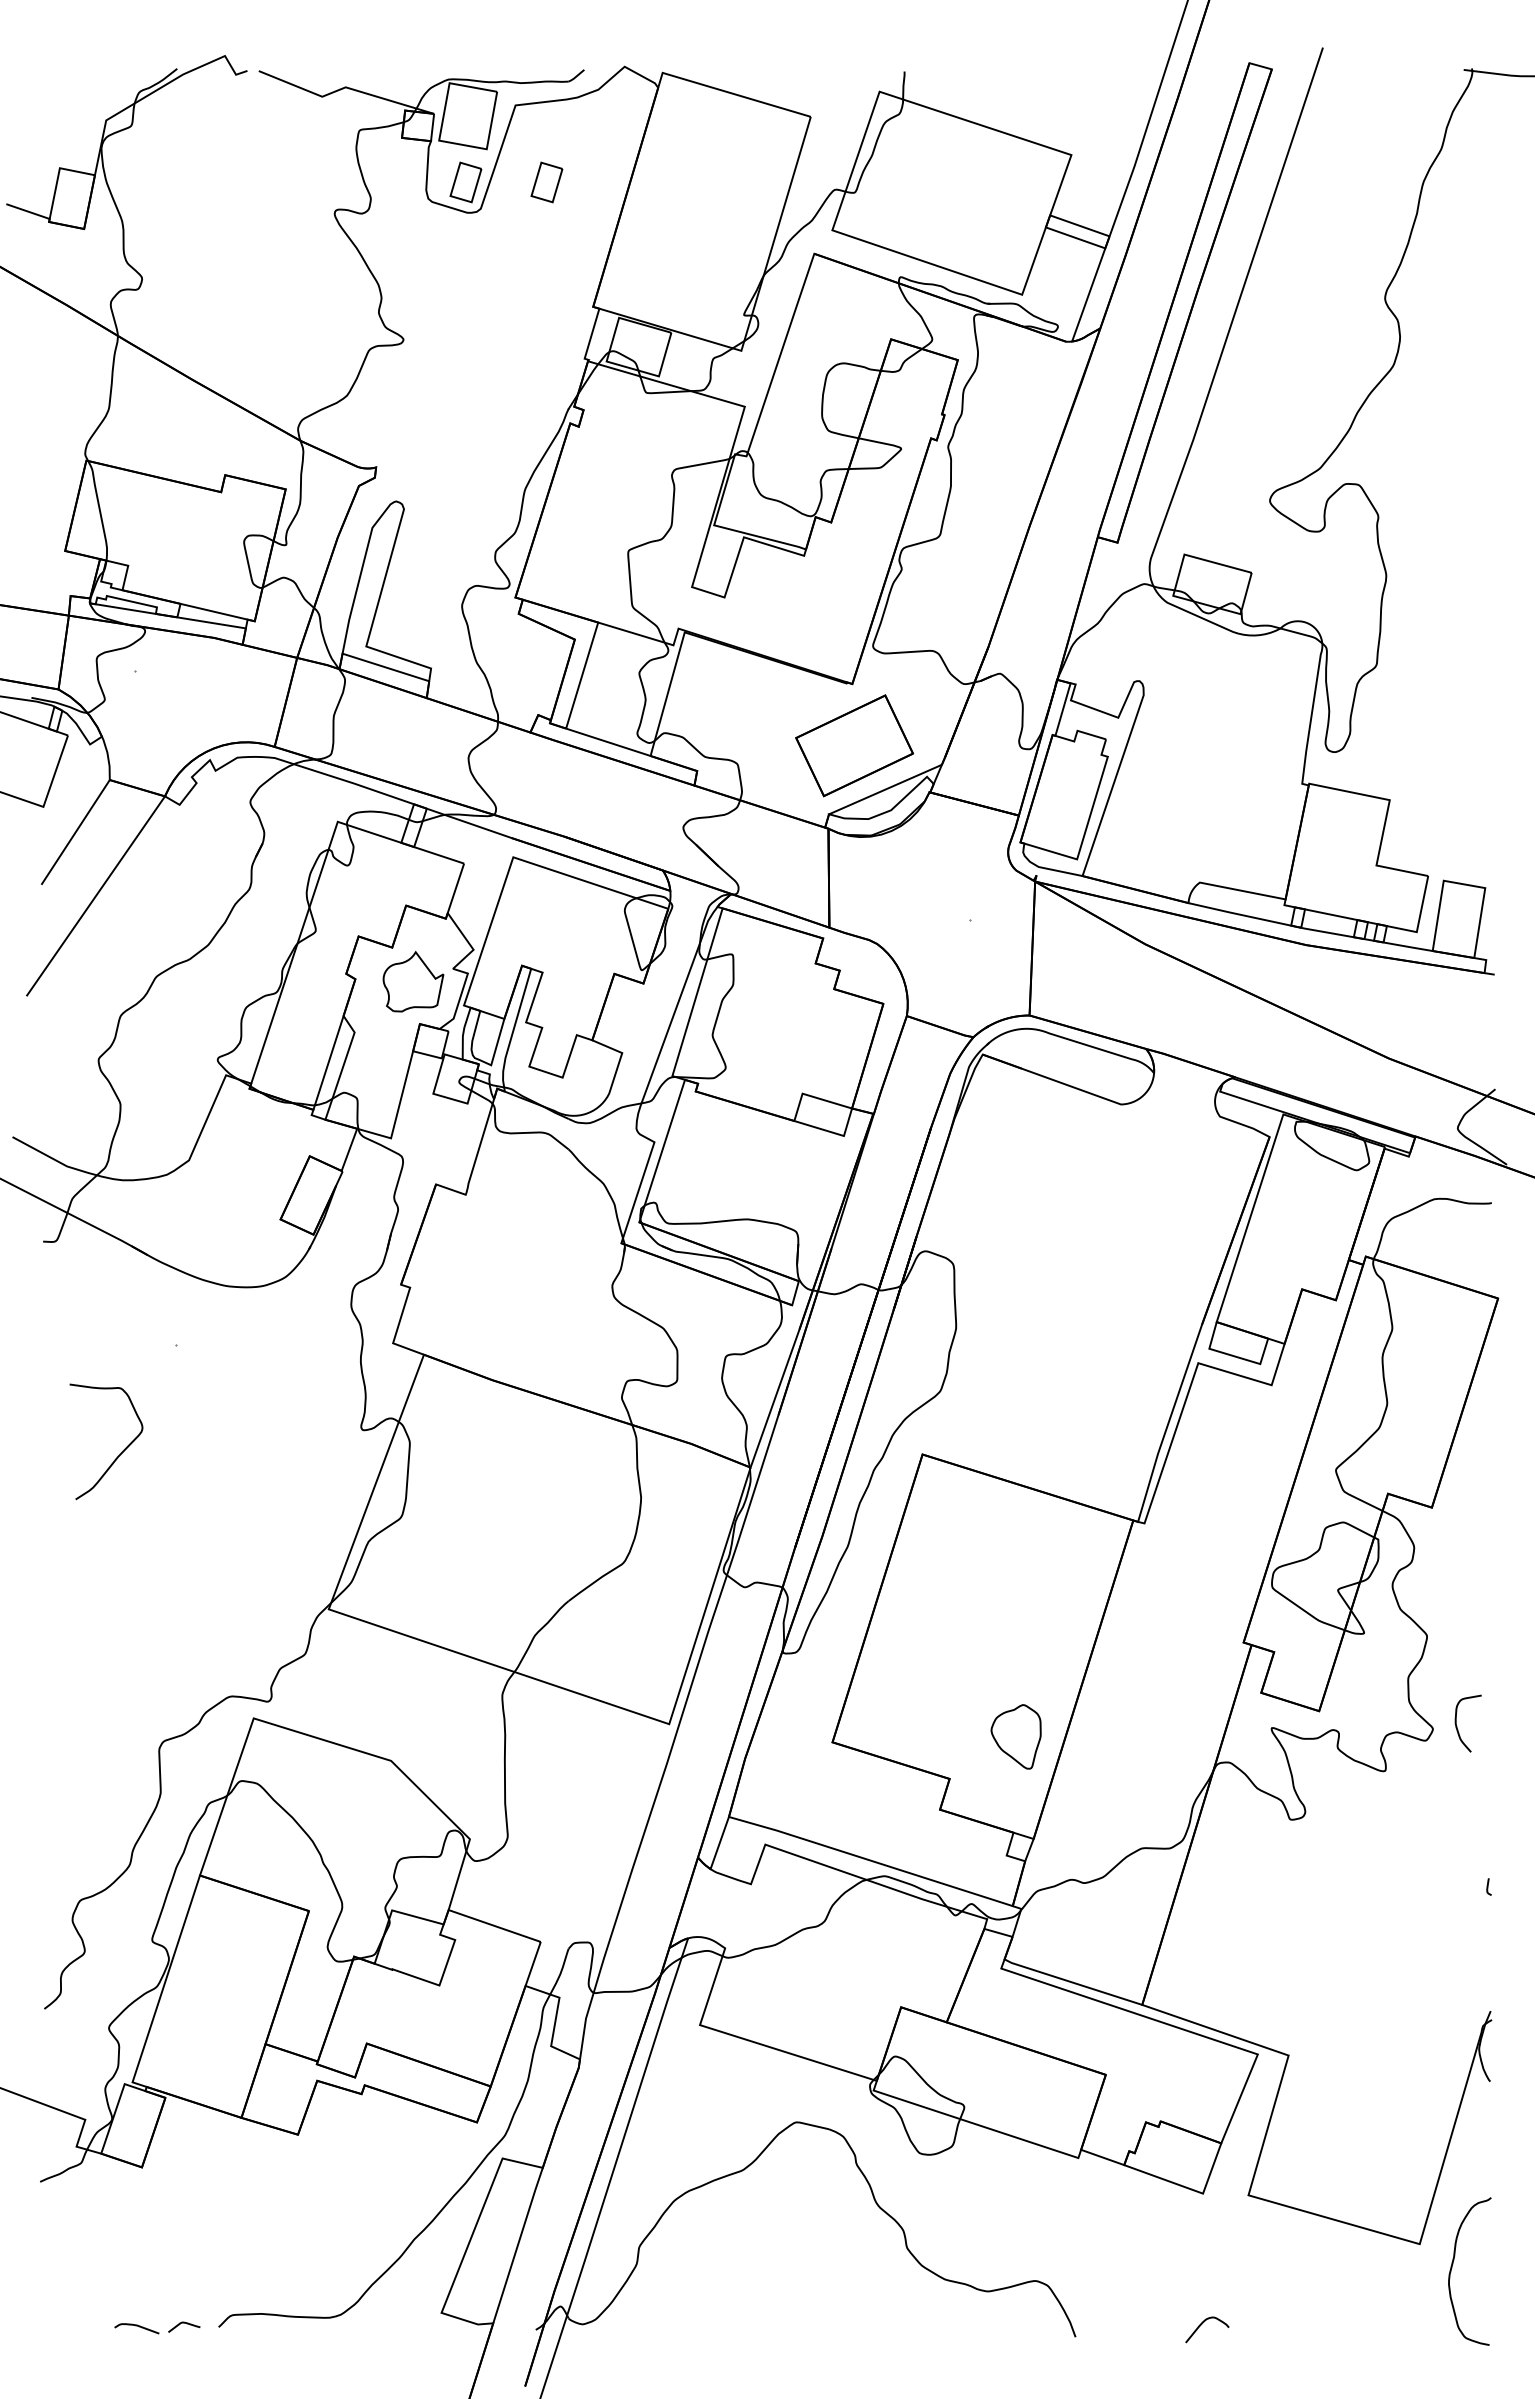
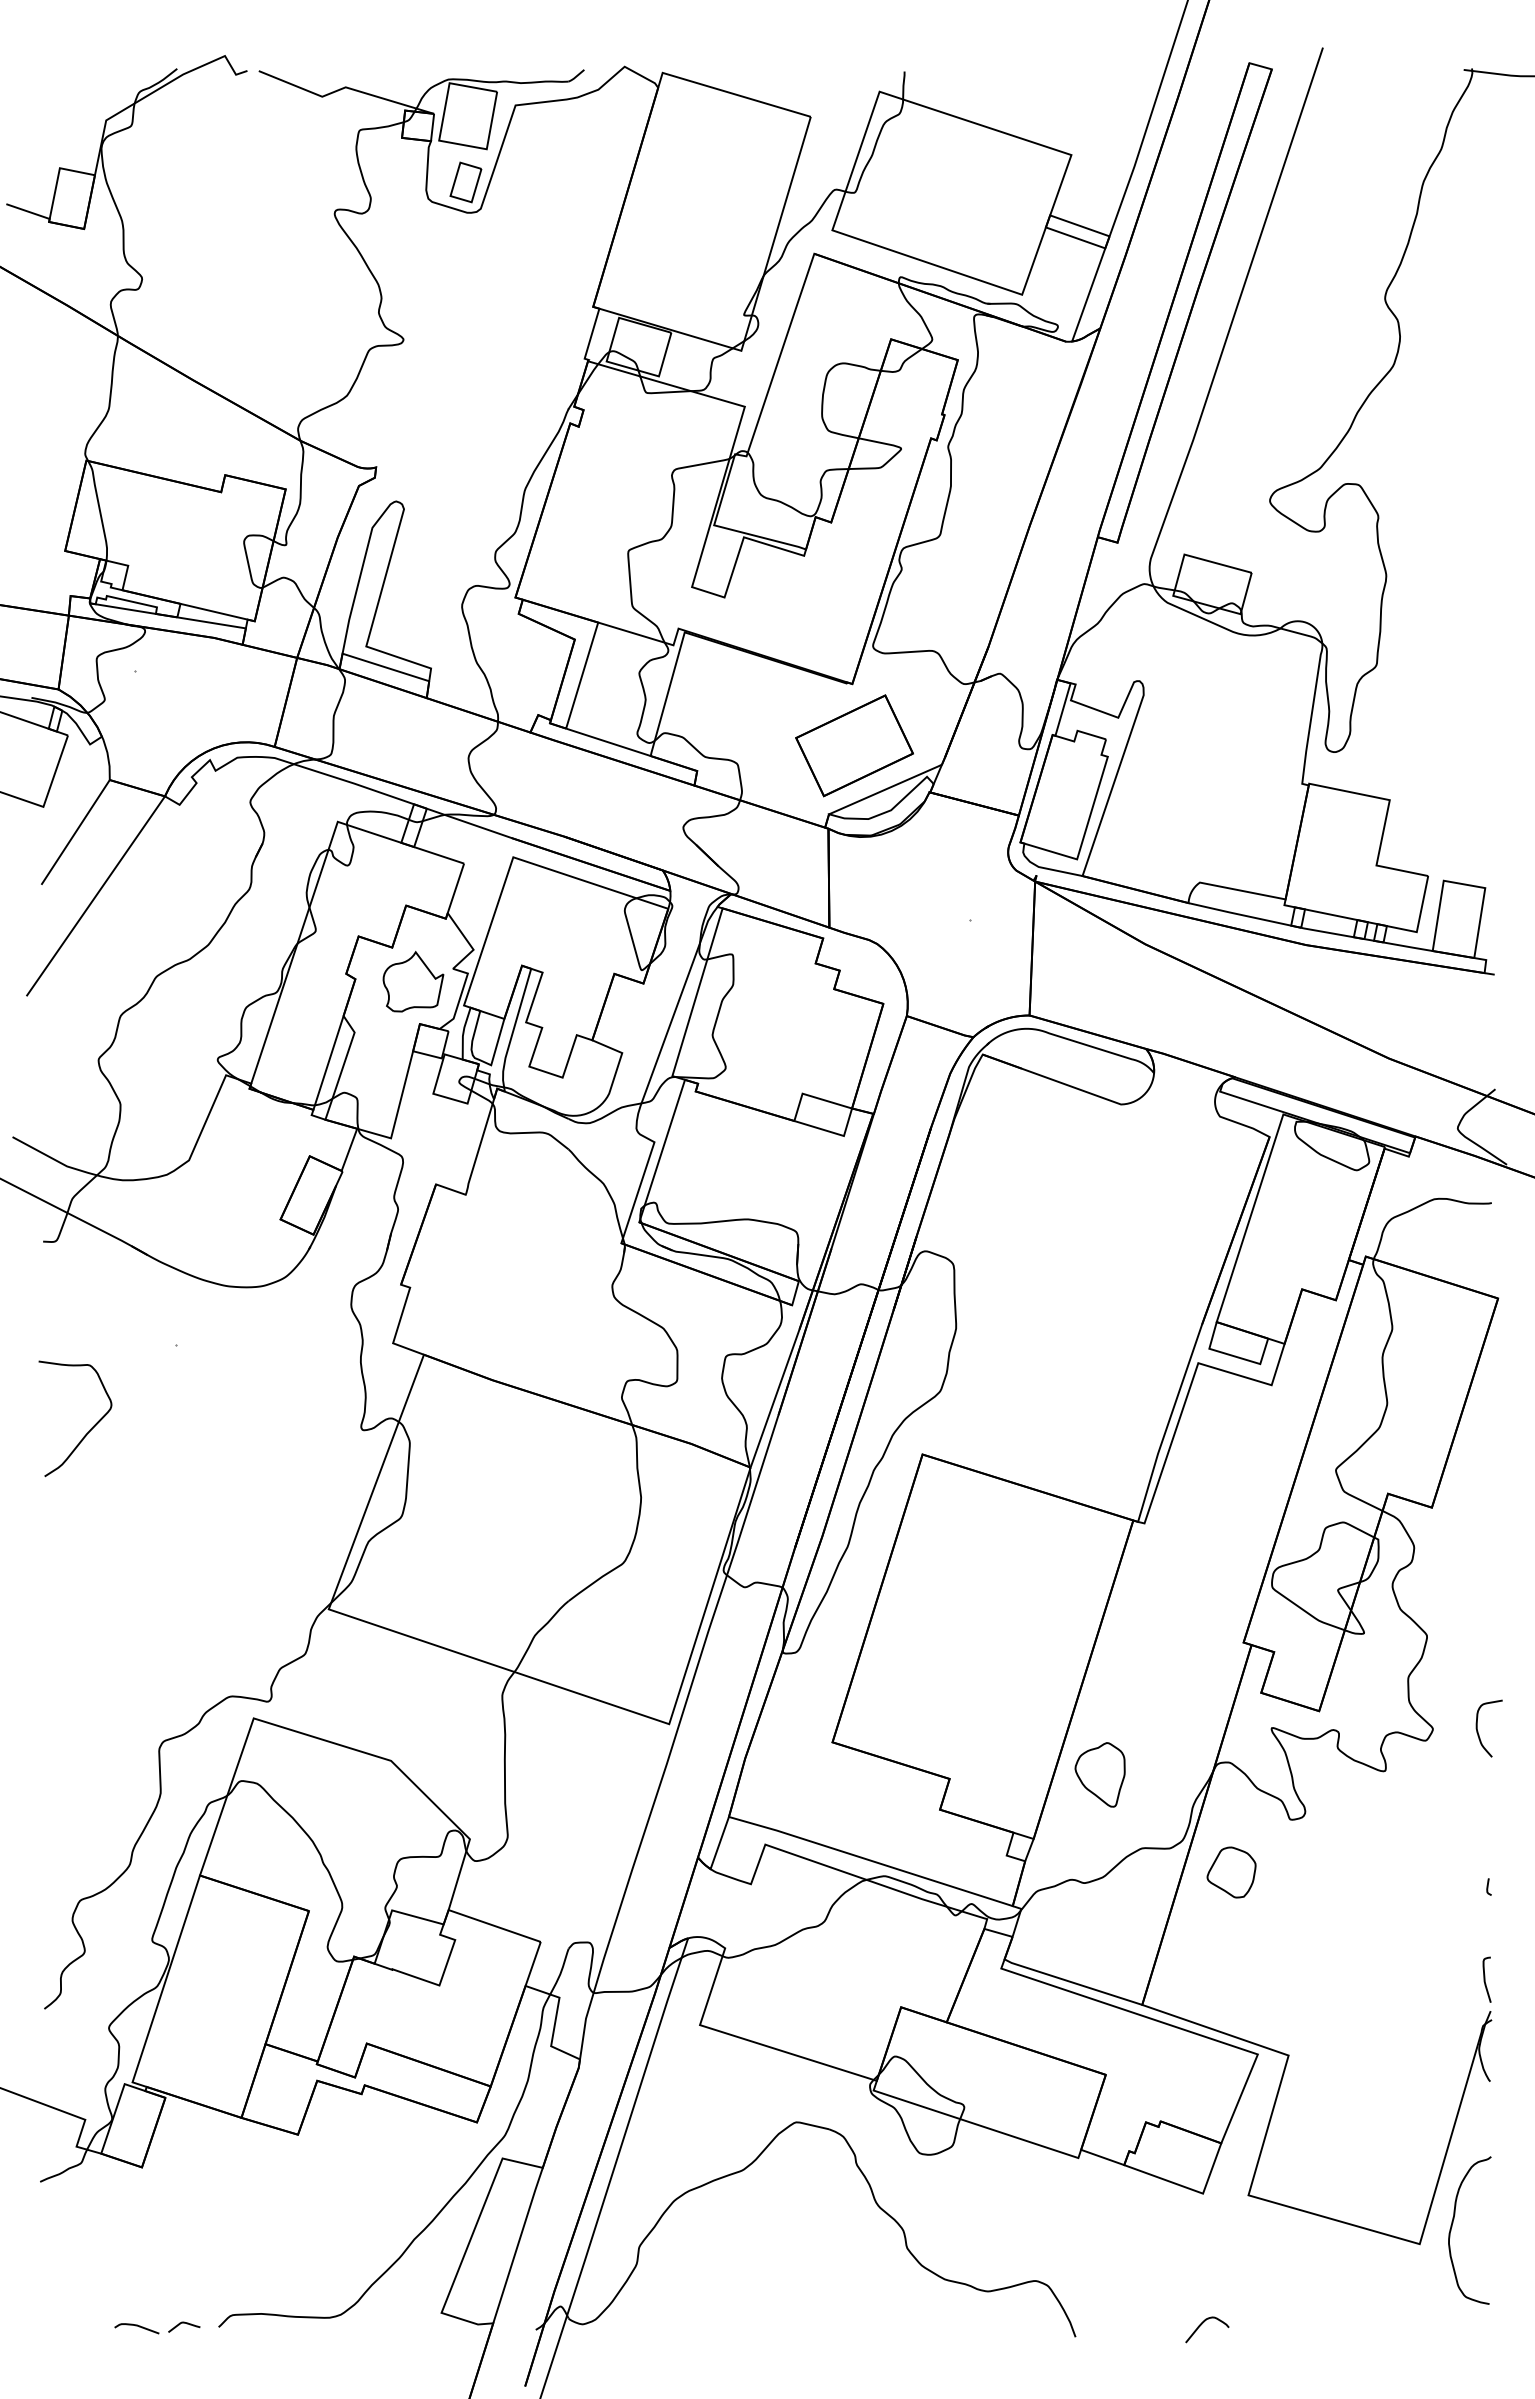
part at (546, 182): present -> none
curve at (121, 1451) position: (121, 1451) -> (90, 1428)
curve at (1457, 1726) position: (1457, 1726) -> (1478, 1731)
part at (1015, 1736) position: (1015, 1736) -> (1099, 1774)
part at (1231, 1872): none -> present
curve at (1485, 1979): none -> present
curve at (1452, 2268) position: (1452, 2268) -> (1452, 2227)
